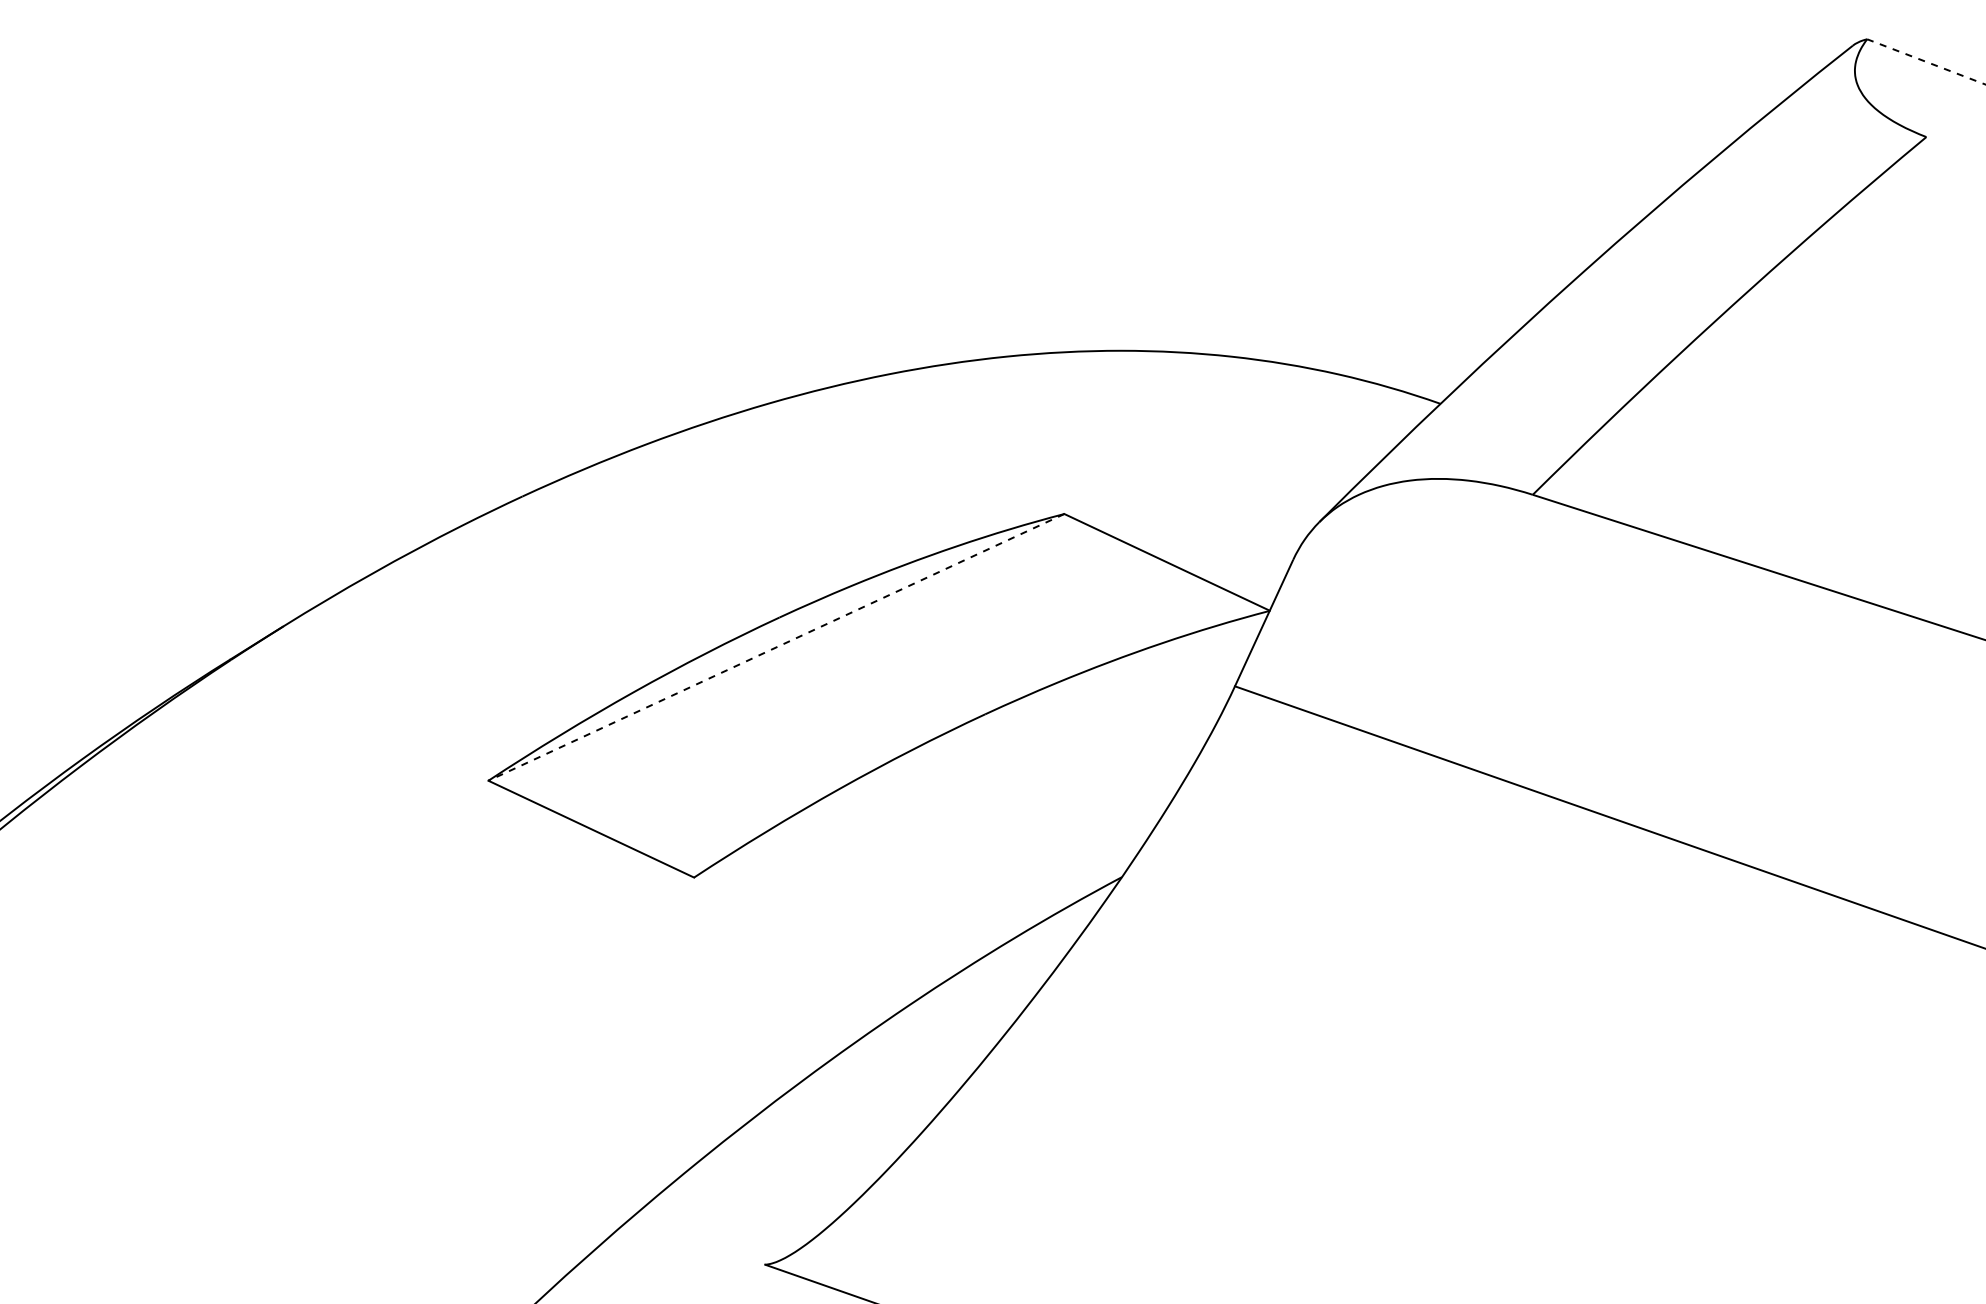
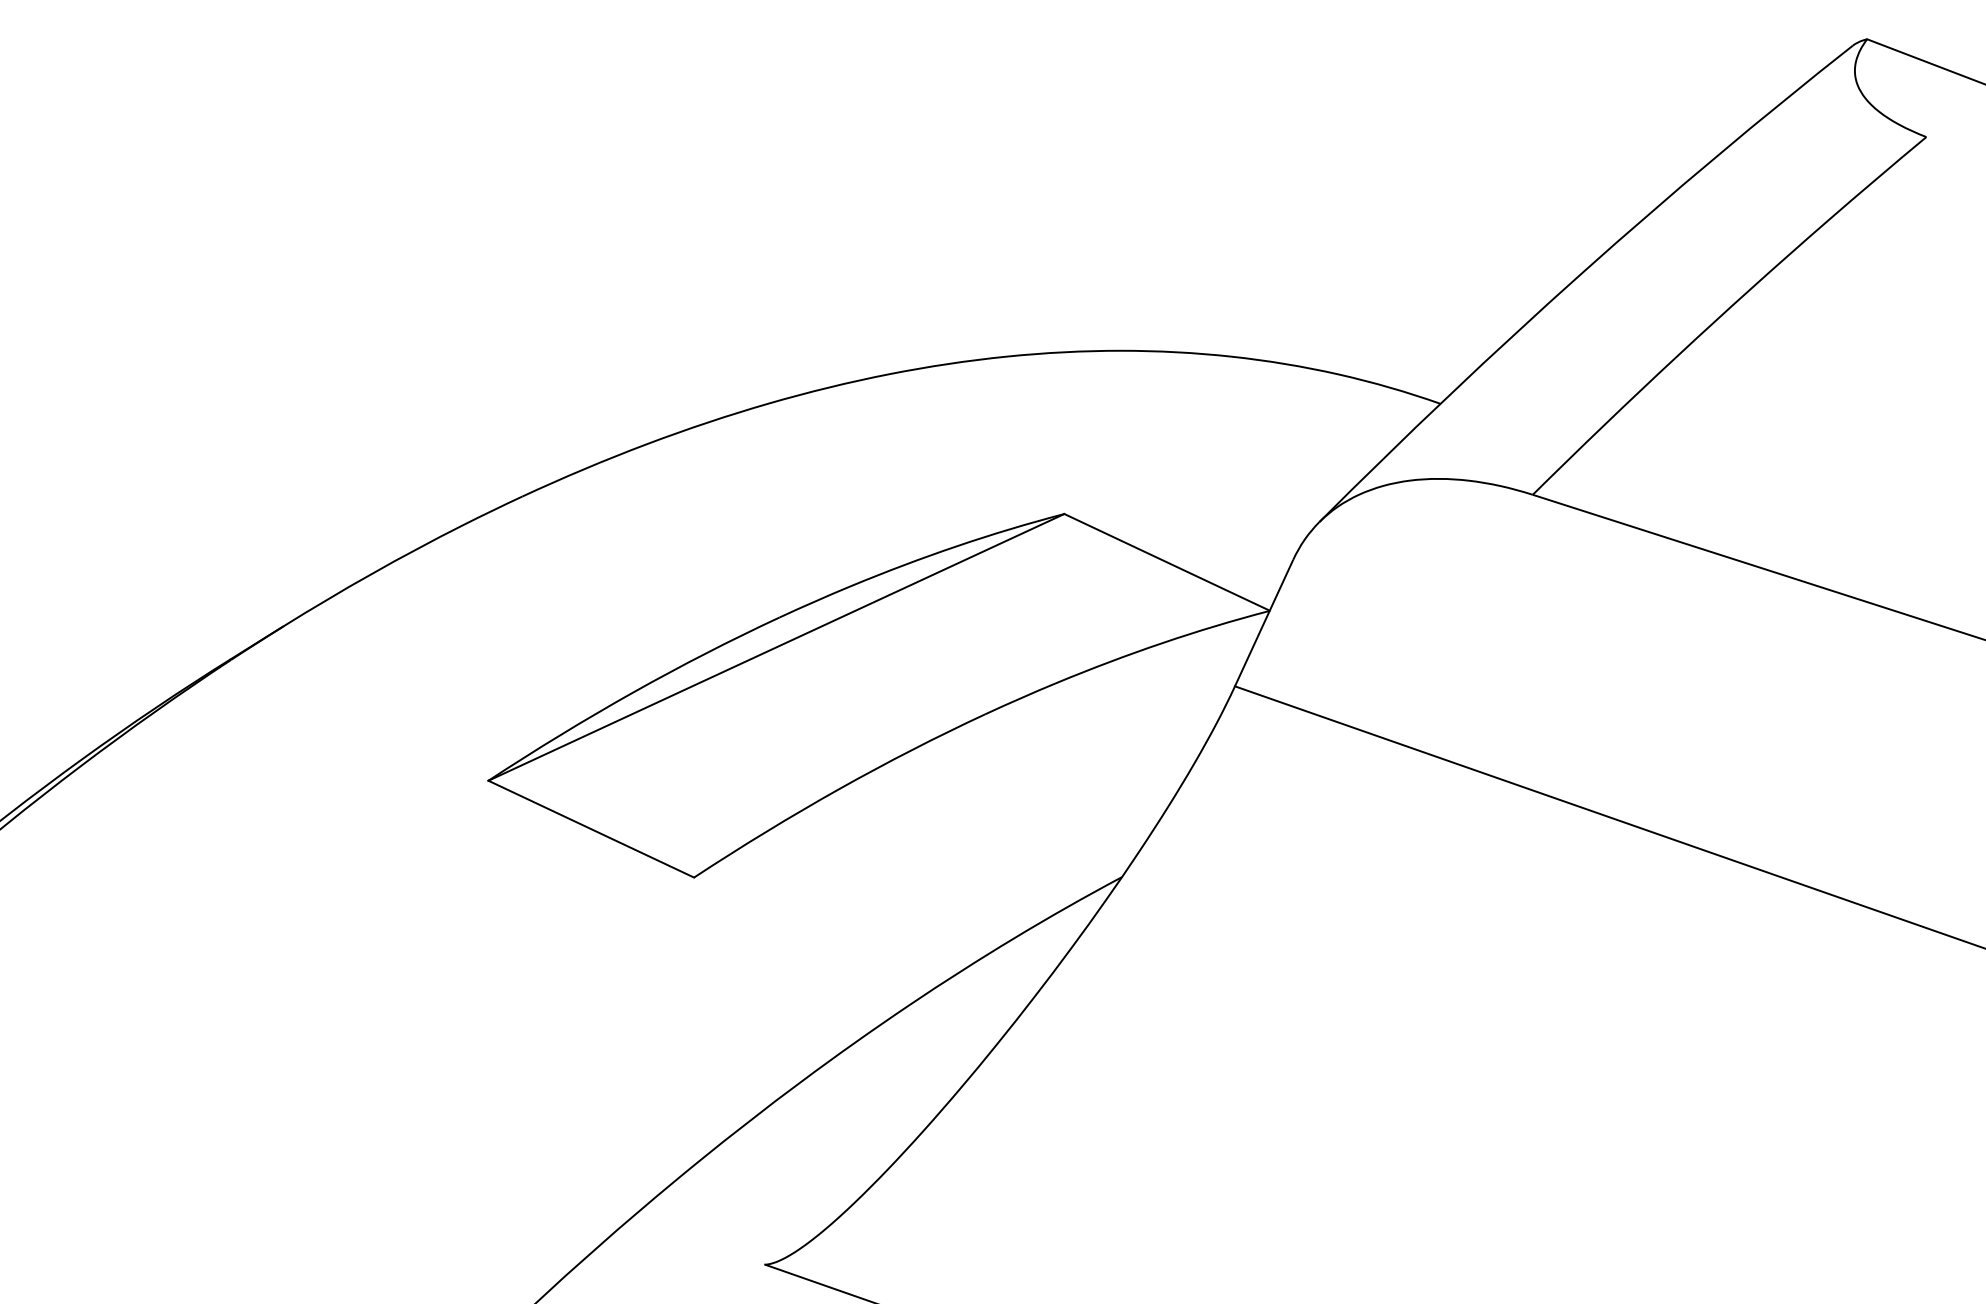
line at (1925, 61): dashed -> solid
line at (775, 647): dashed -> solid
